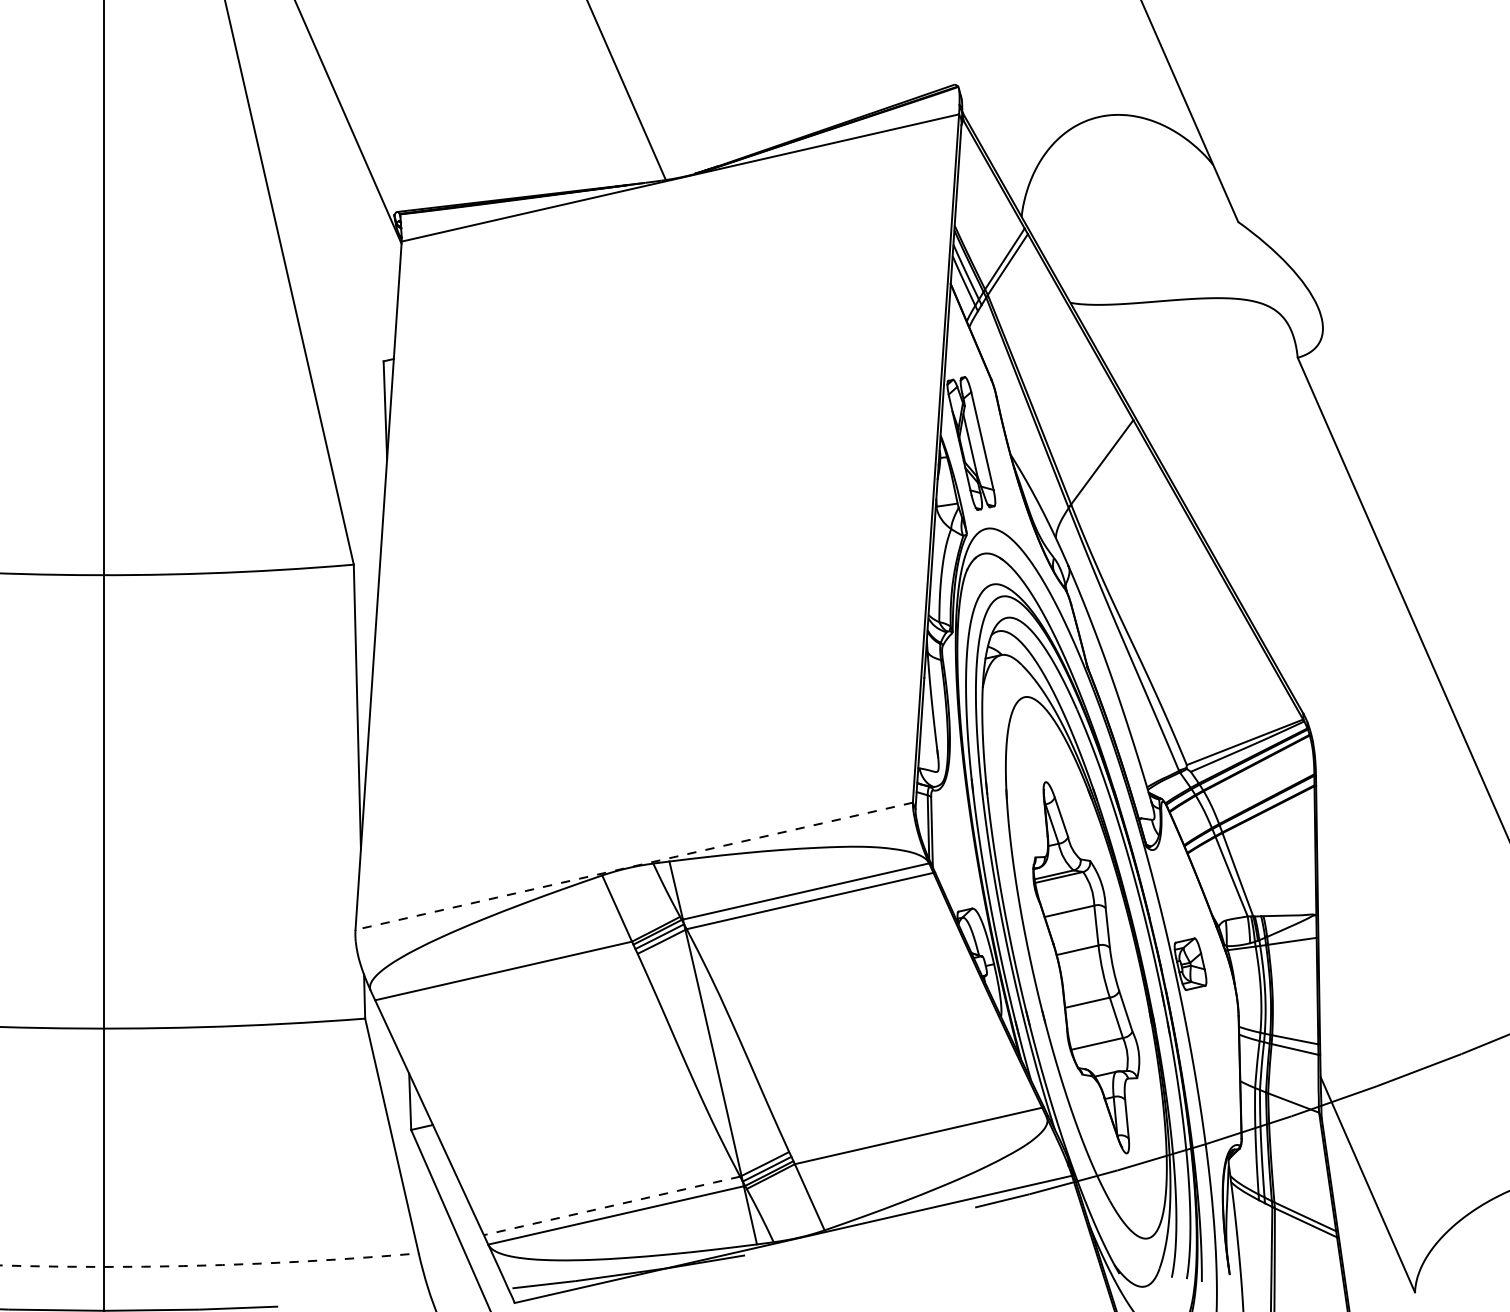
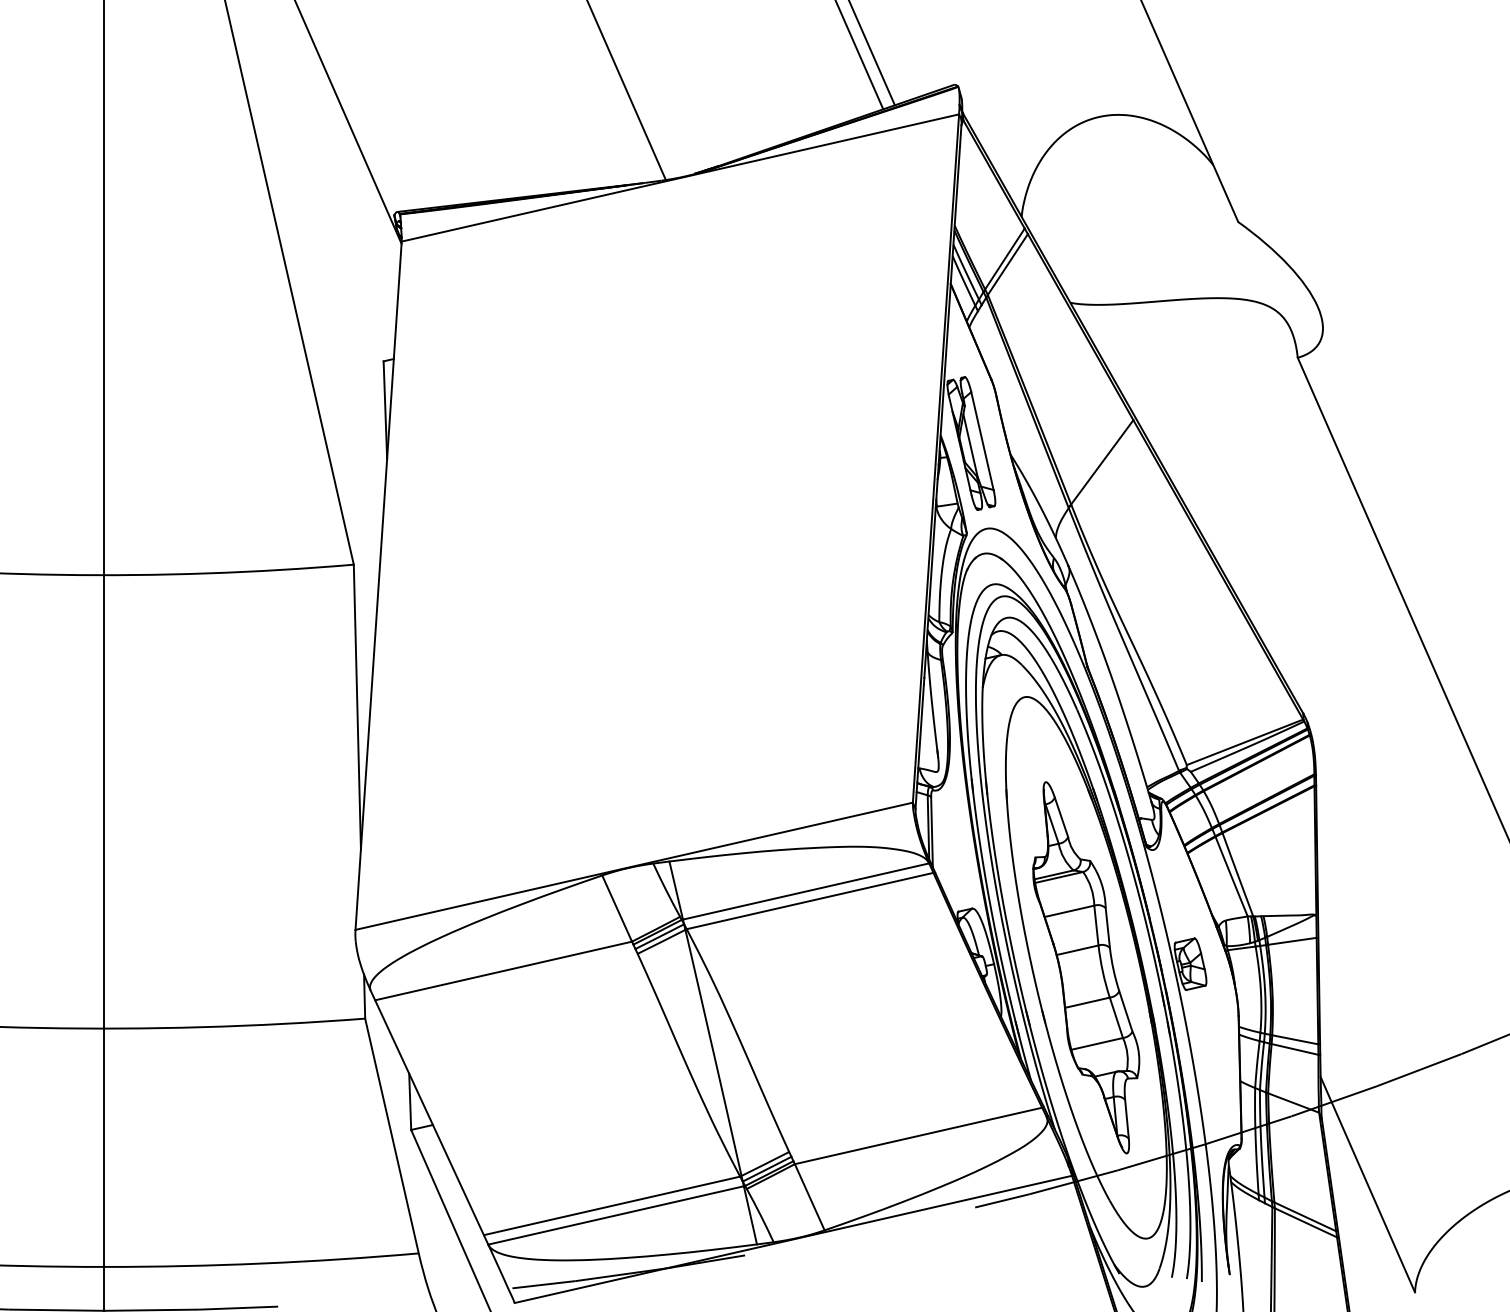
line at (871, 53): none -> present
line at (859, 55): none -> present
line at (634, 866): dashed -> solid
line at (611, 1206): dashed -> solid
arc at (209, 1265): dashed -> solid
